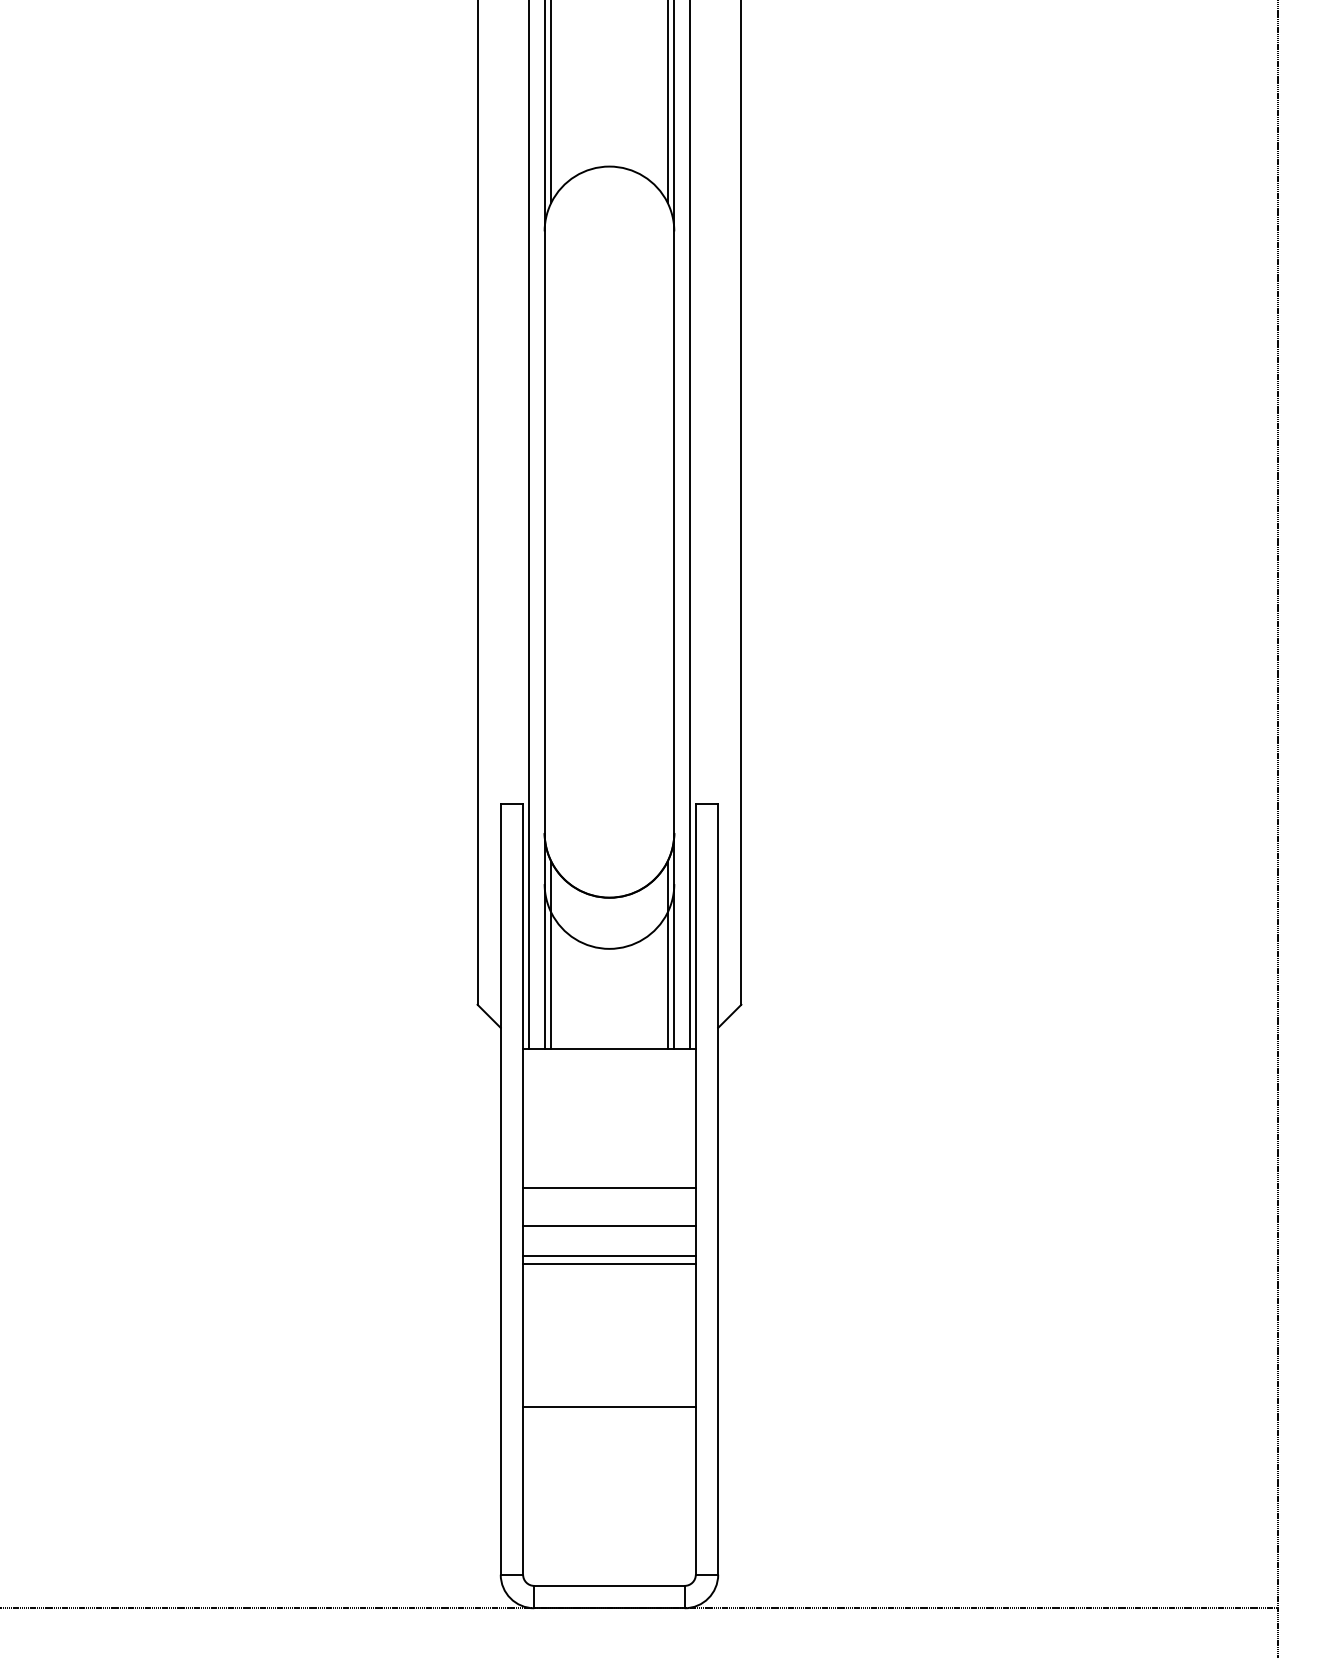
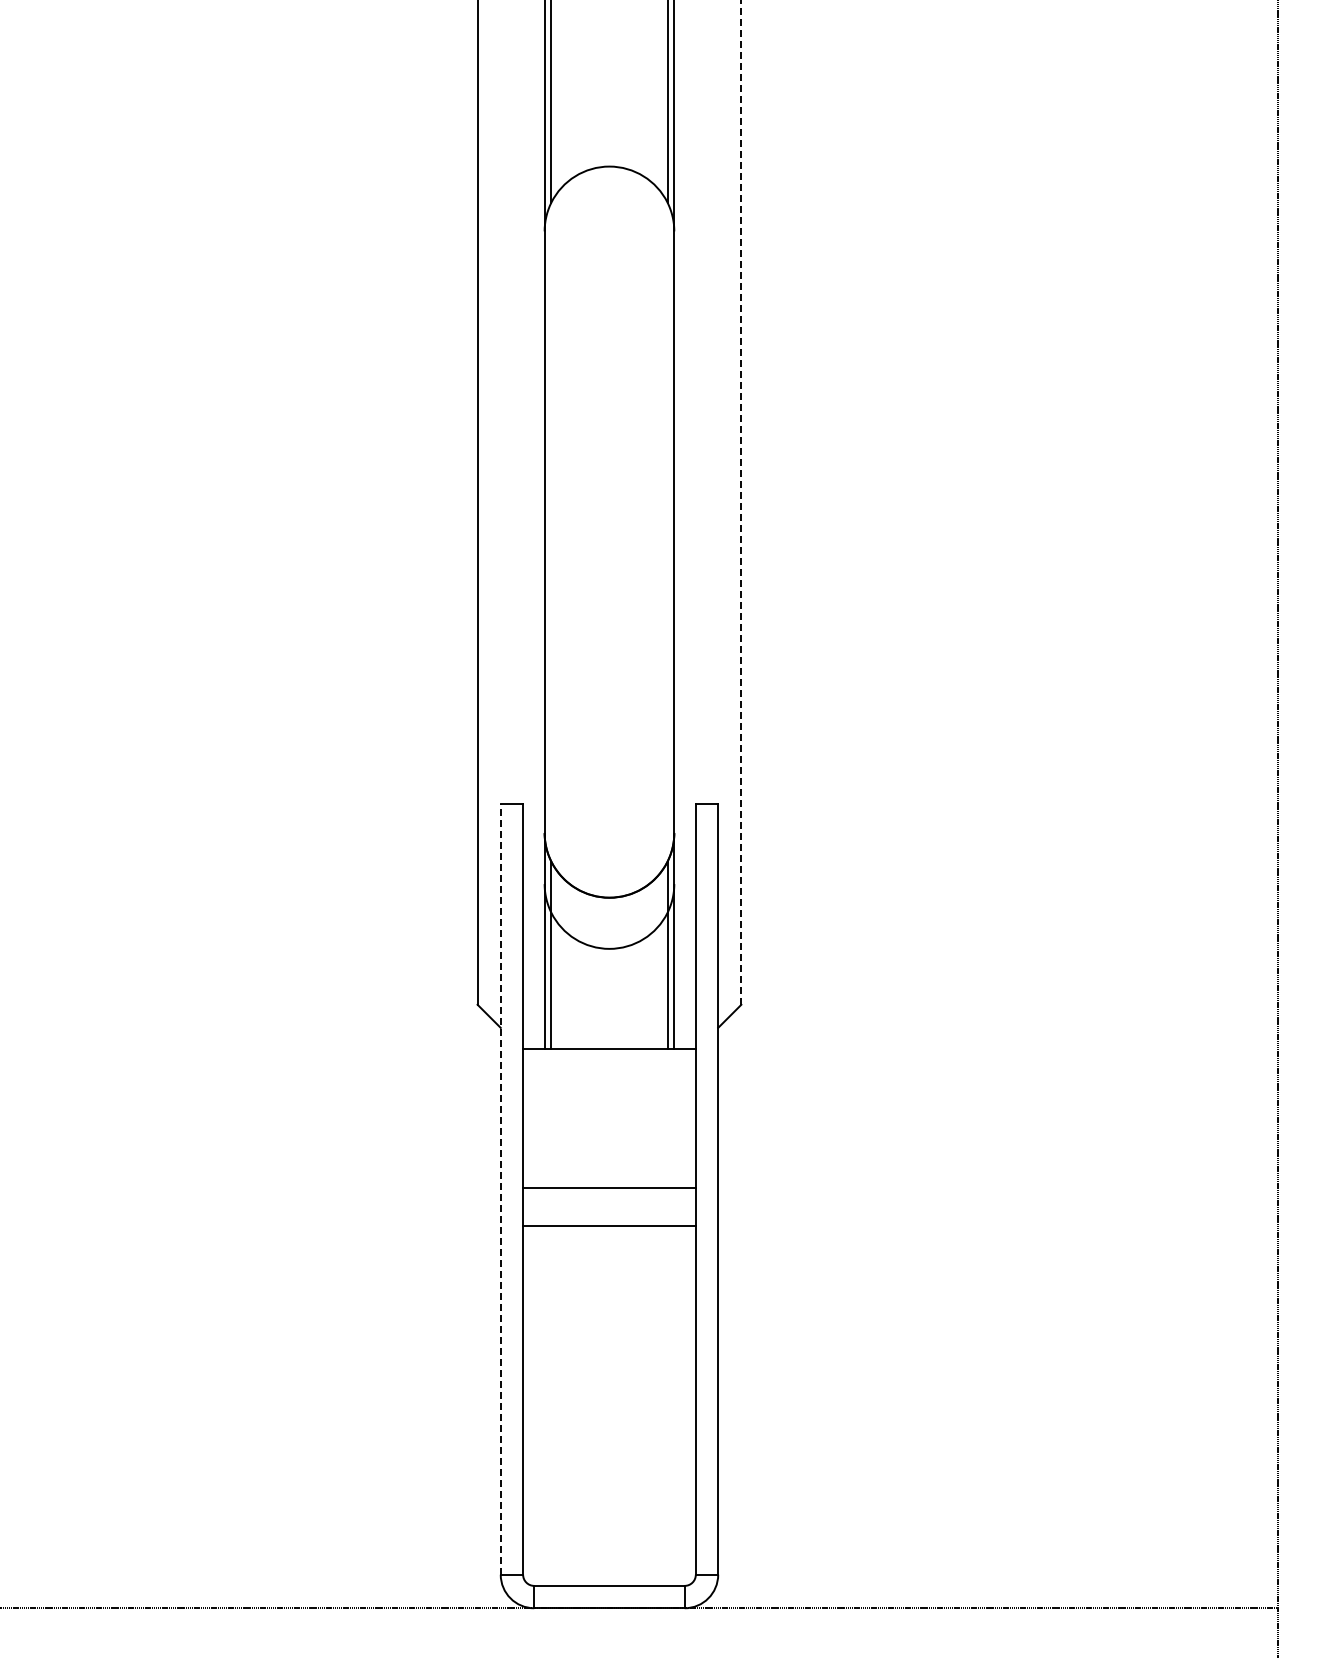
line at (741, 502): solid -> dashed
line at (529, 525): present -> none
line at (689, 525): present -> none
line at (500, 1189): solid -> dashed
line at (609, 1256): present -> none
line at (609, 1264): present -> none
line at (609, 1406): present -> none
